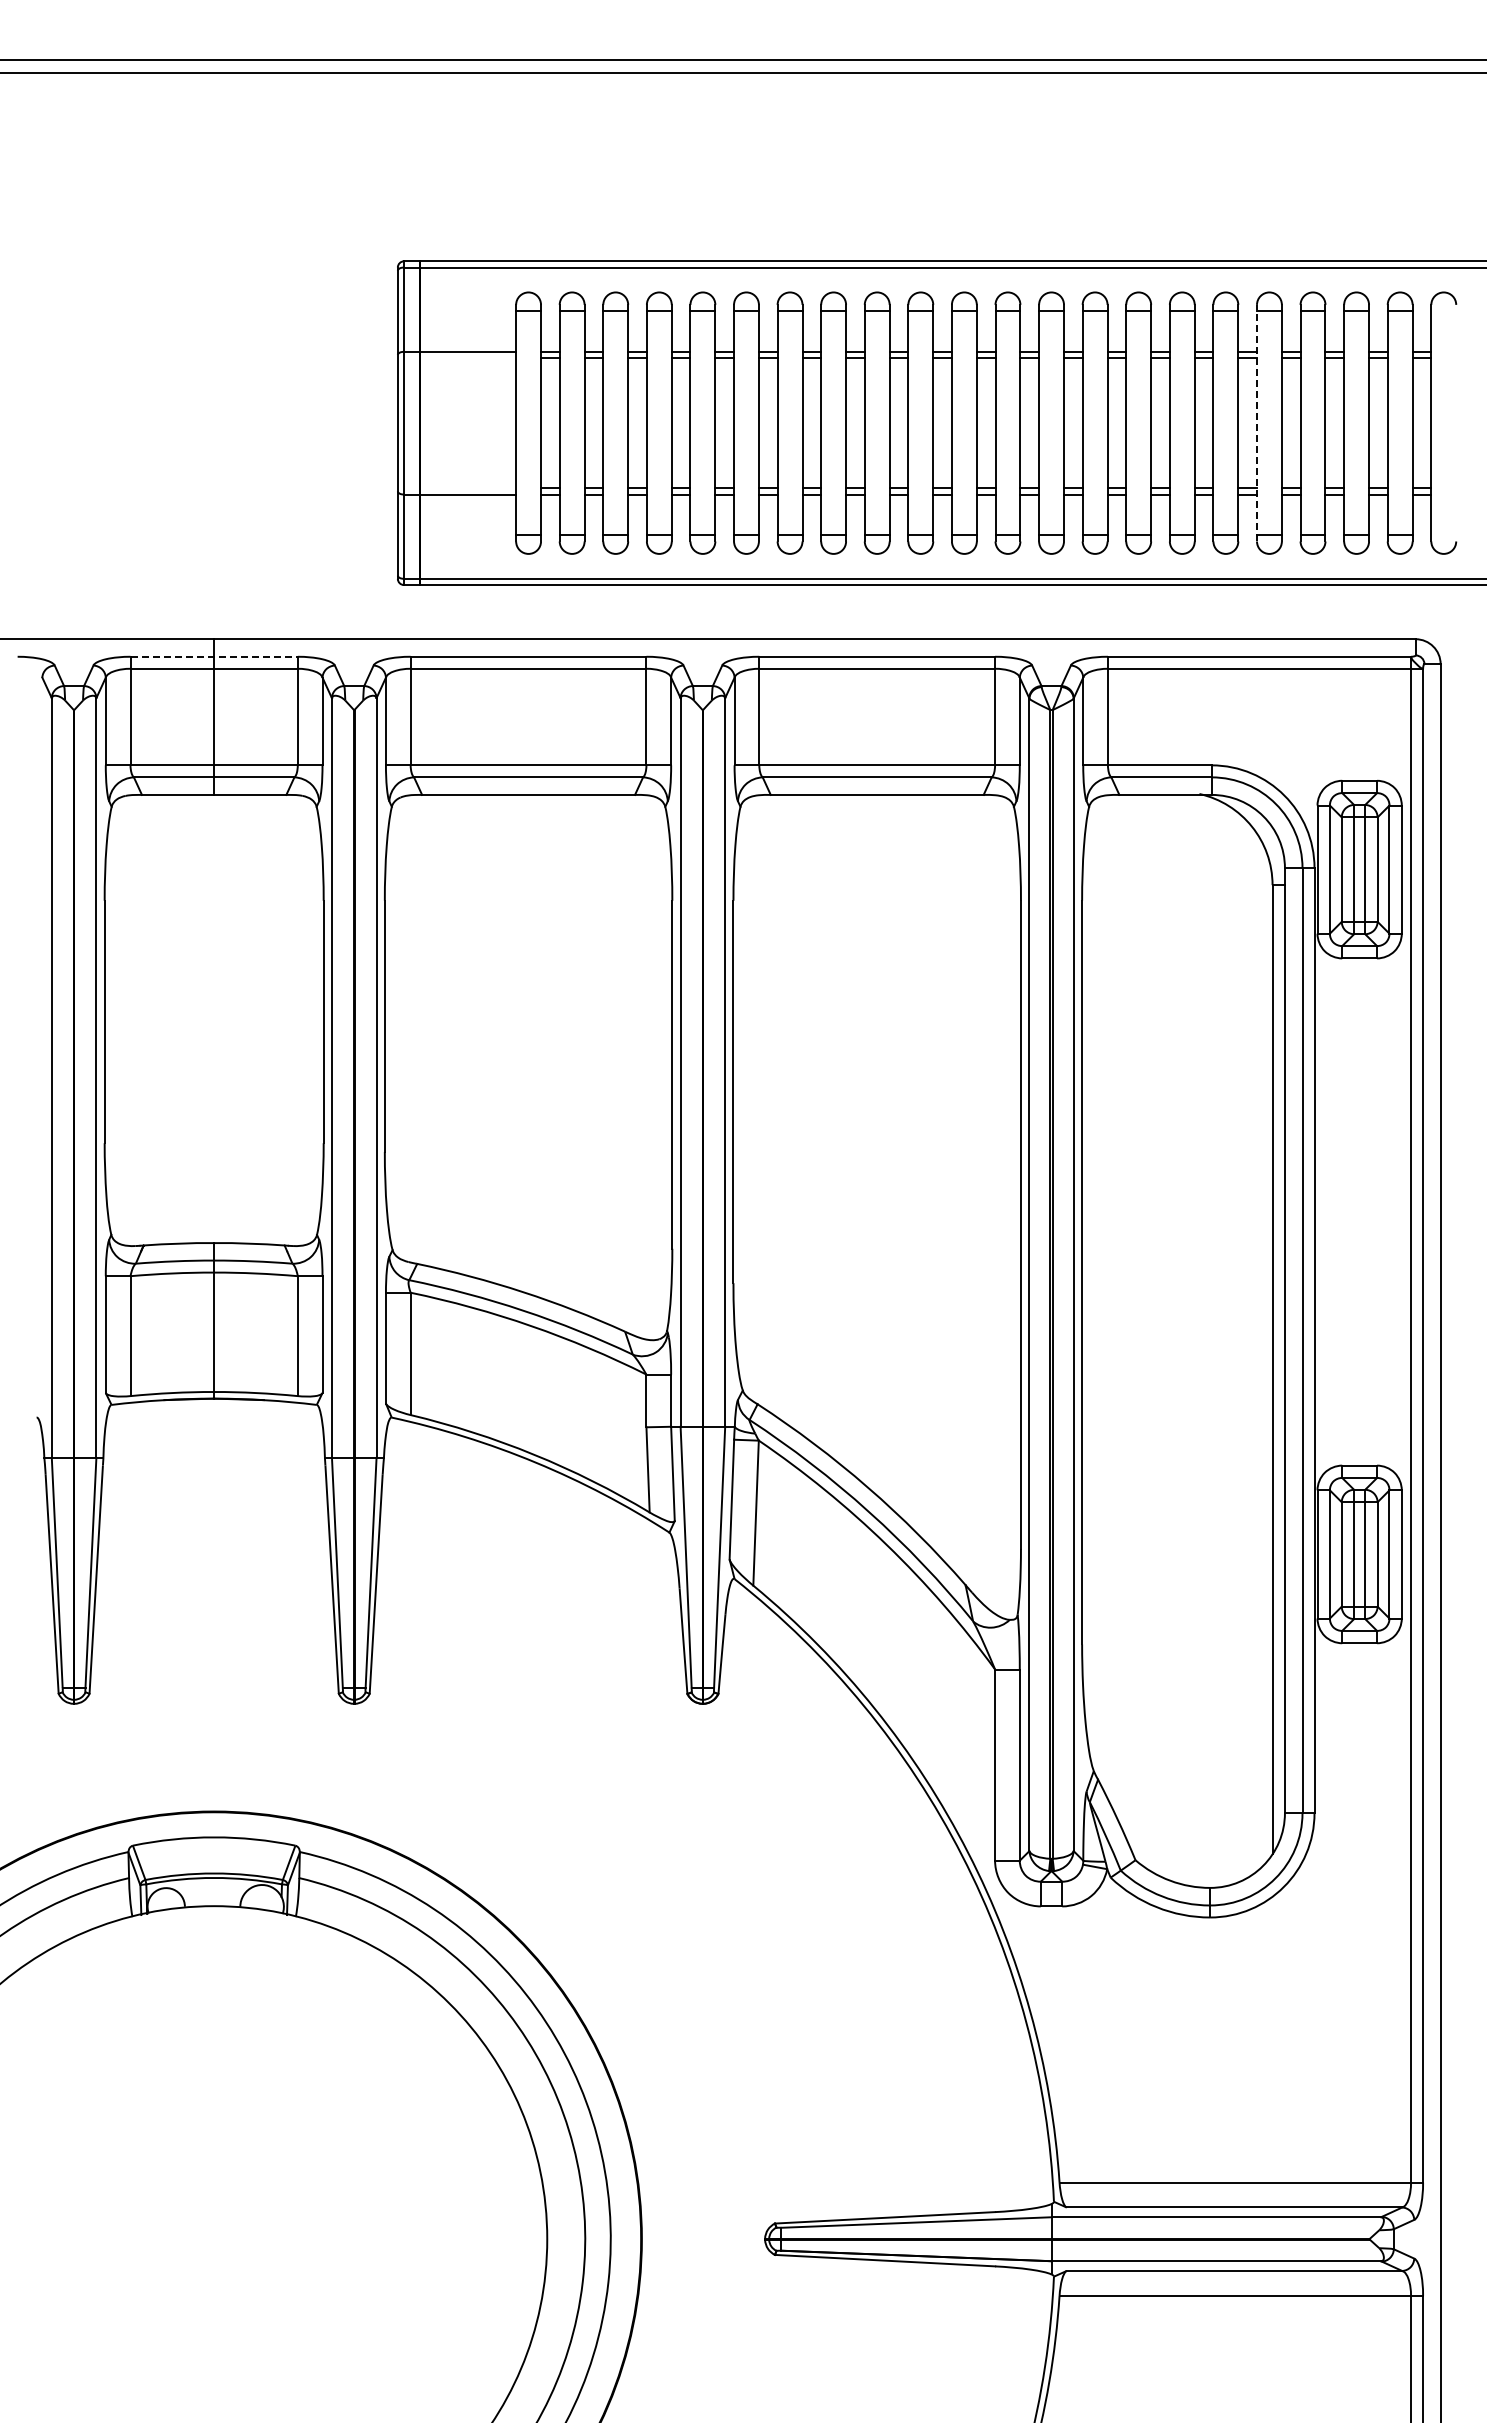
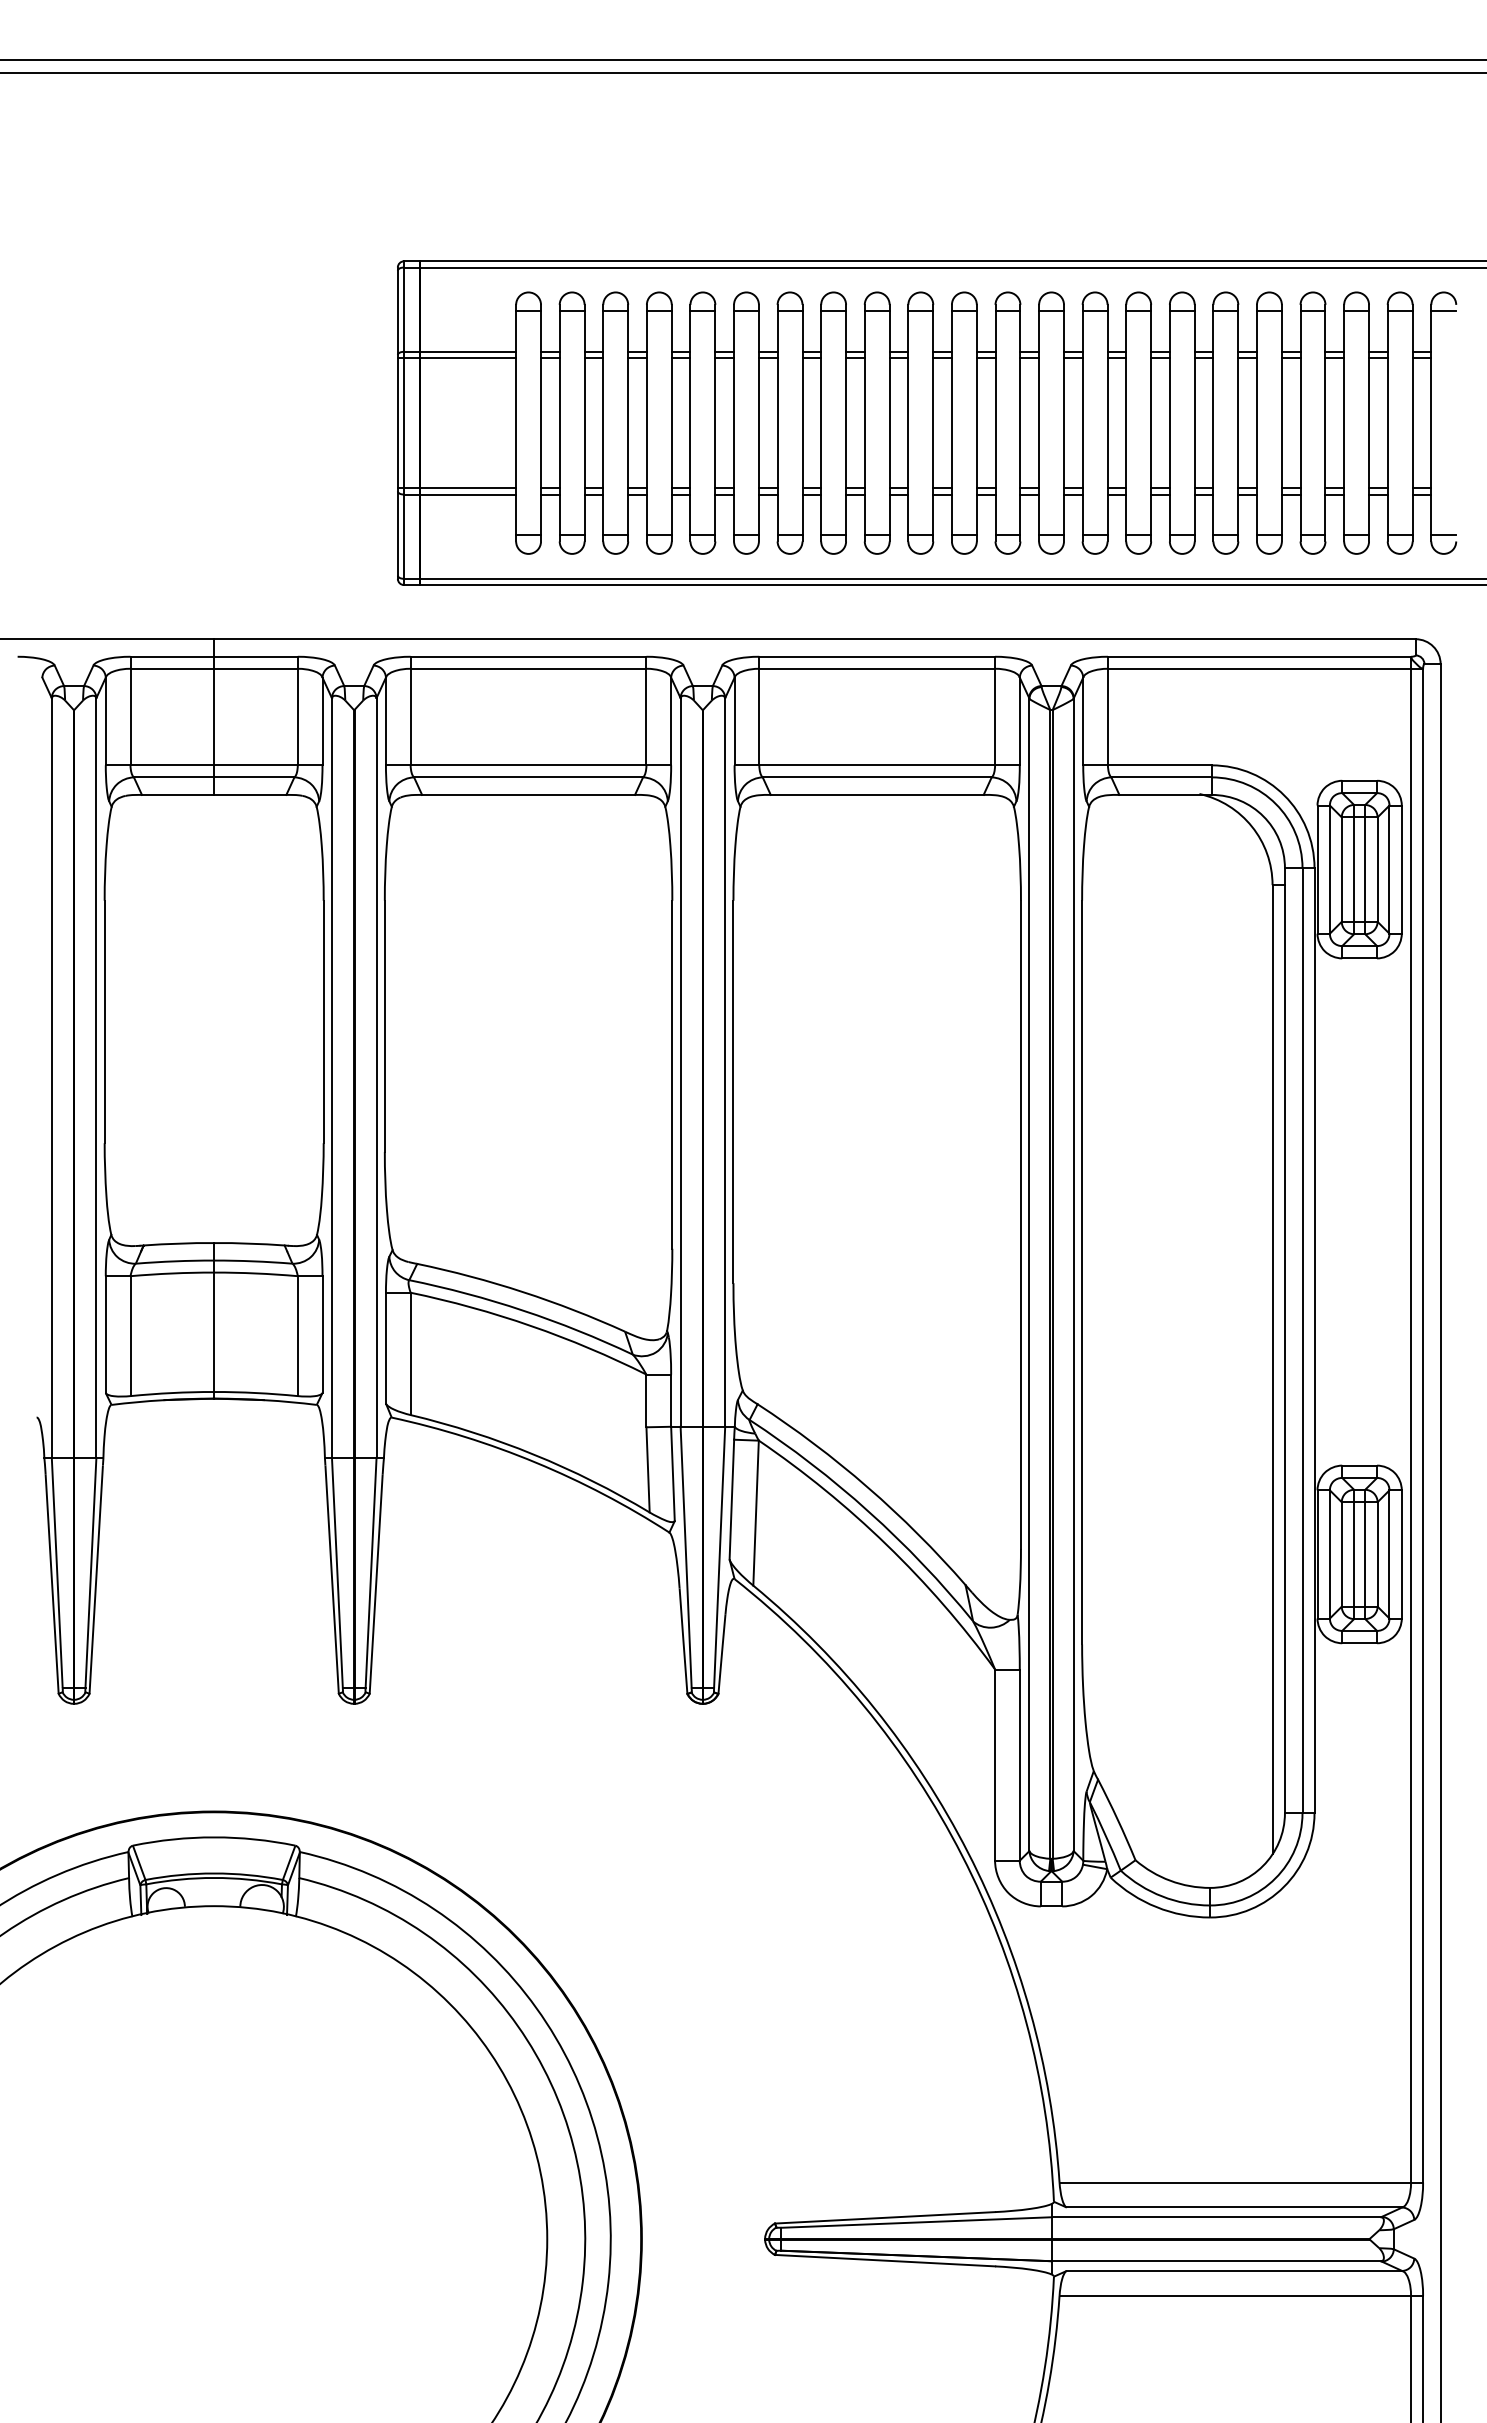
line at (1443, 311): none -> present
line at (456, 358): none -> present
line at (1256, 422): dashed -> solid
line at (456, 488): none -> present
line at (1443, 535): none -> present
line at (214, 656): dashed -> solid
